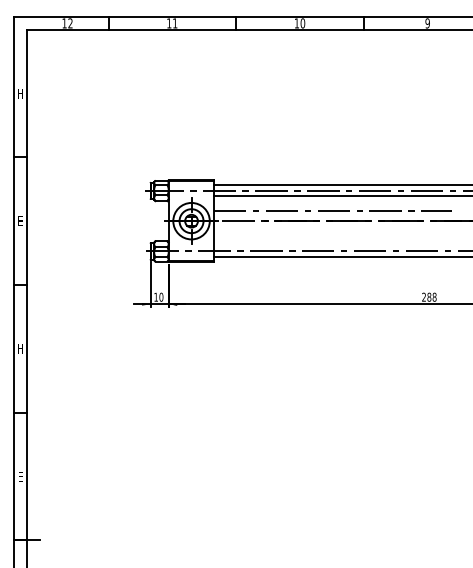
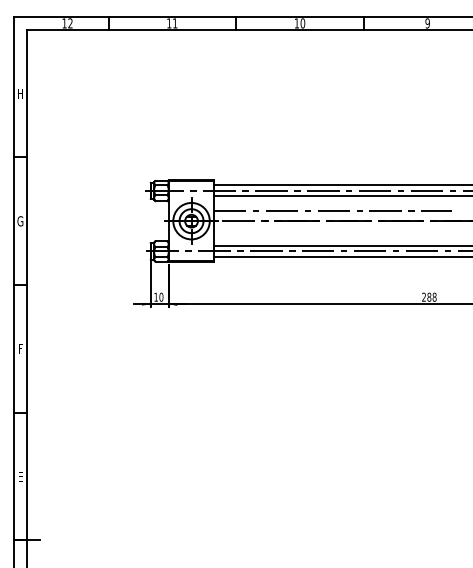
text at (20, 221): E -> G
line at (341, 246): none -> present
text at (20, 348): H -> F
